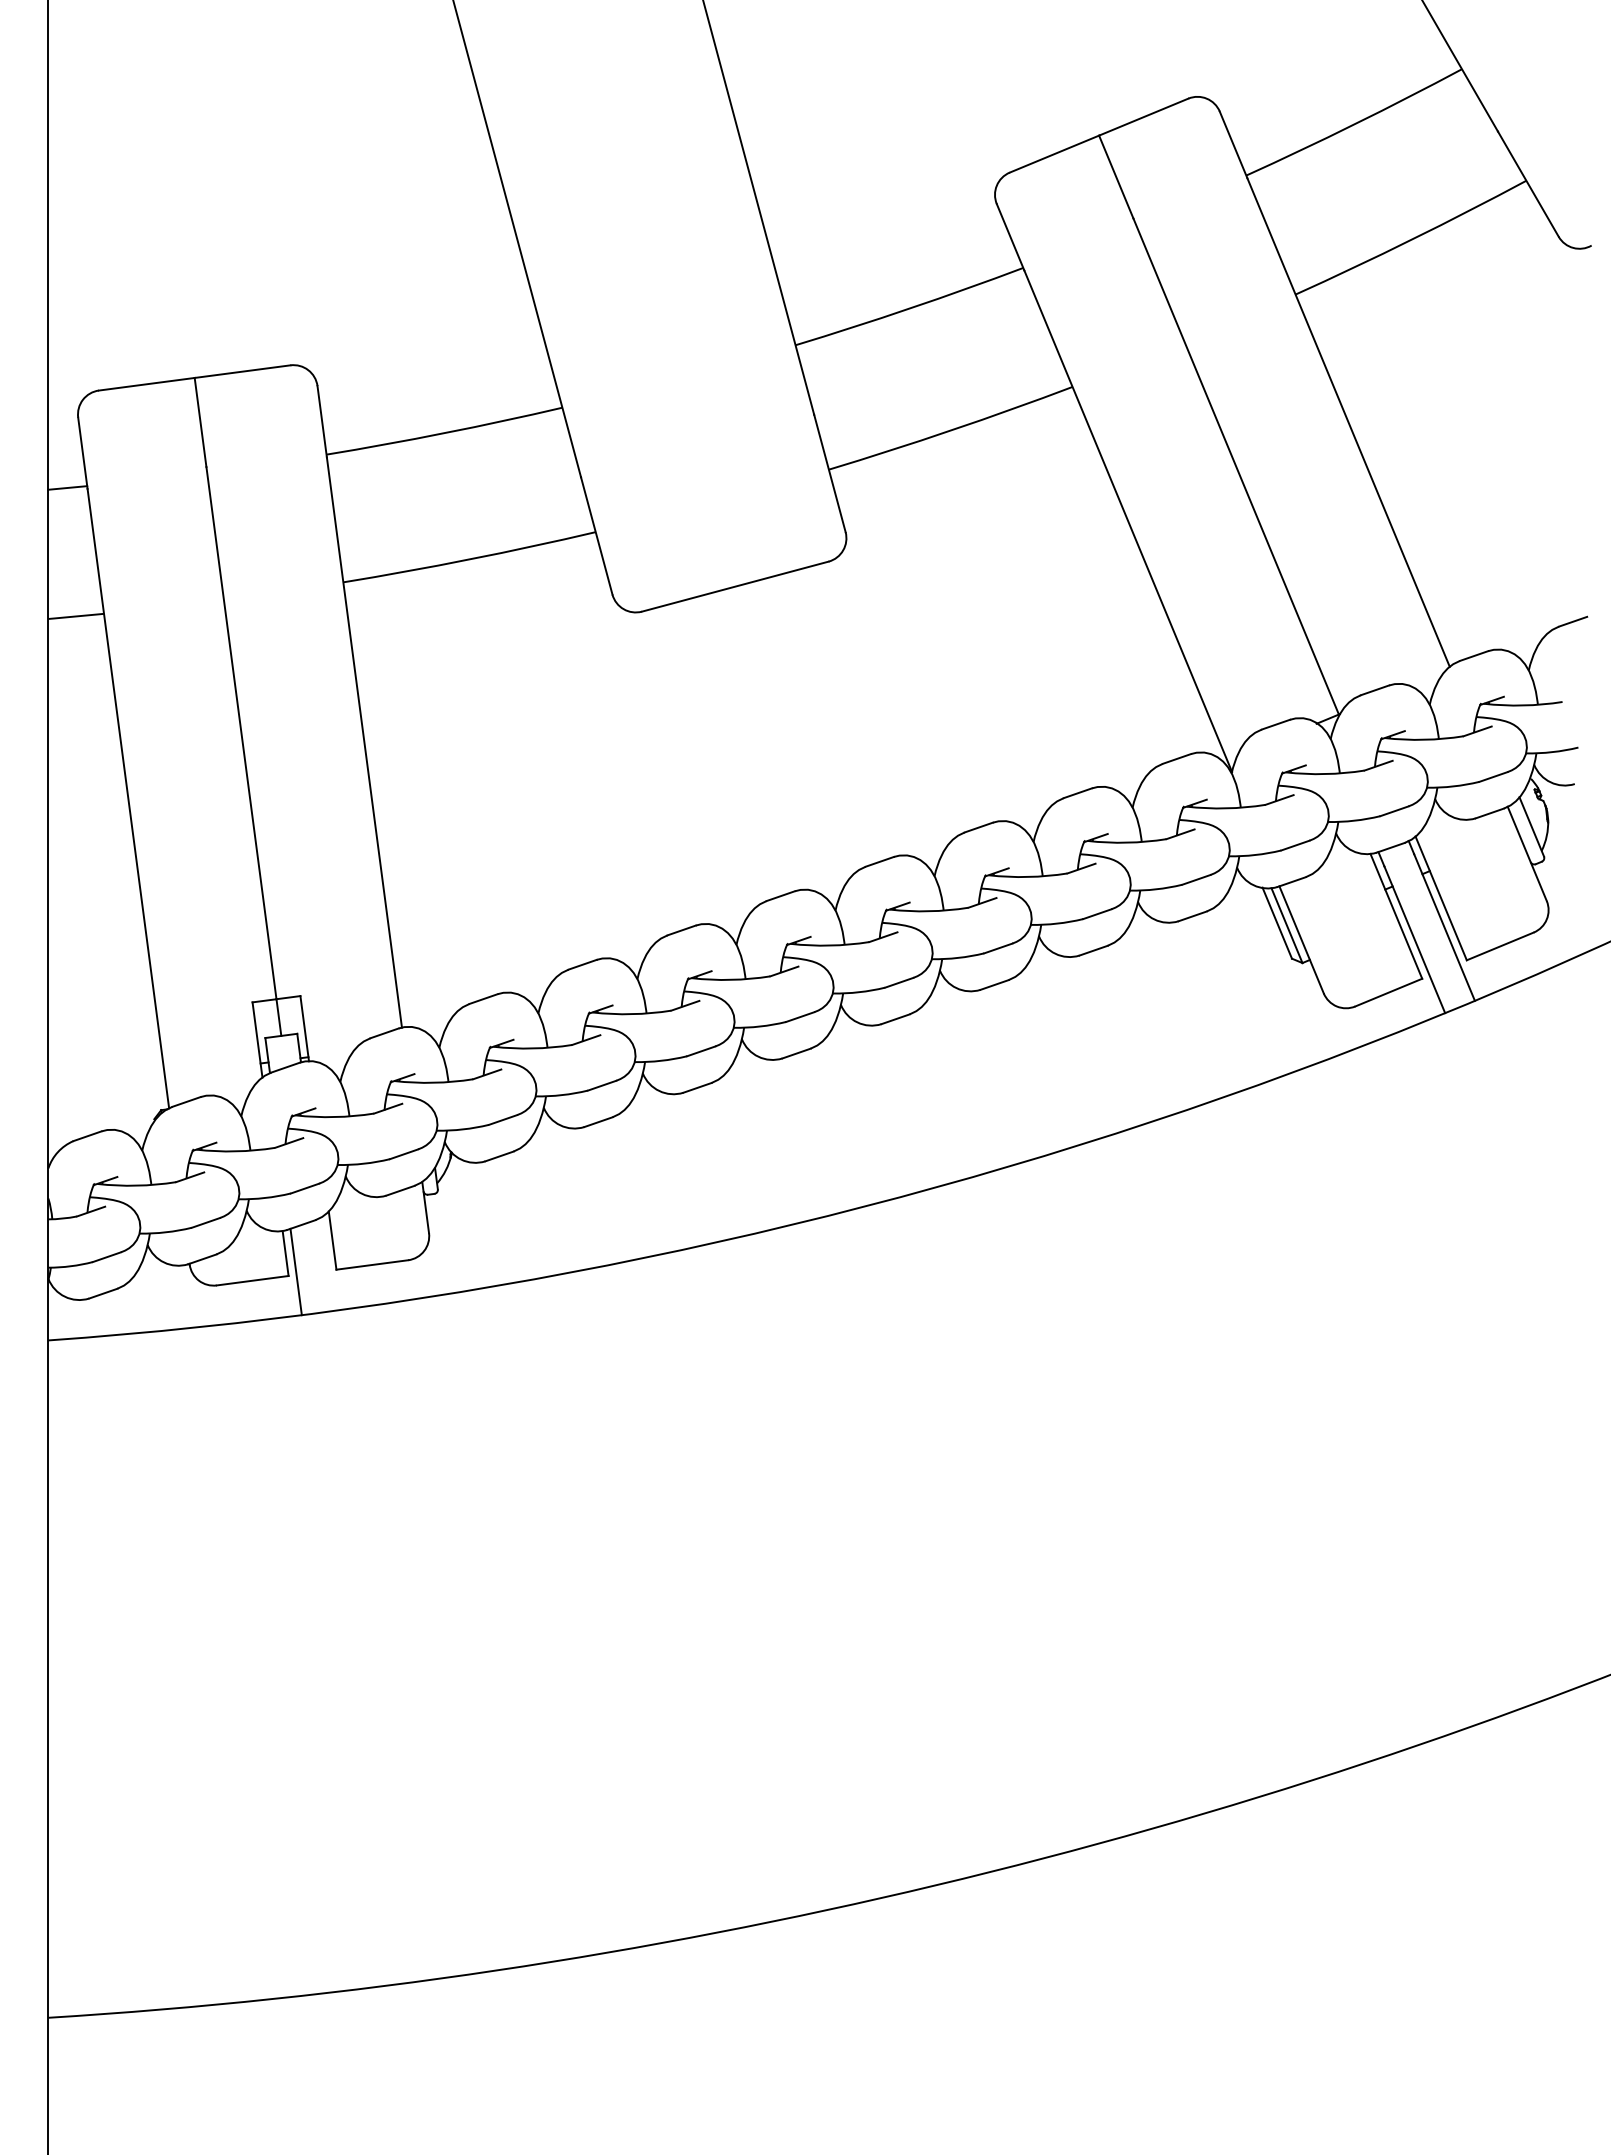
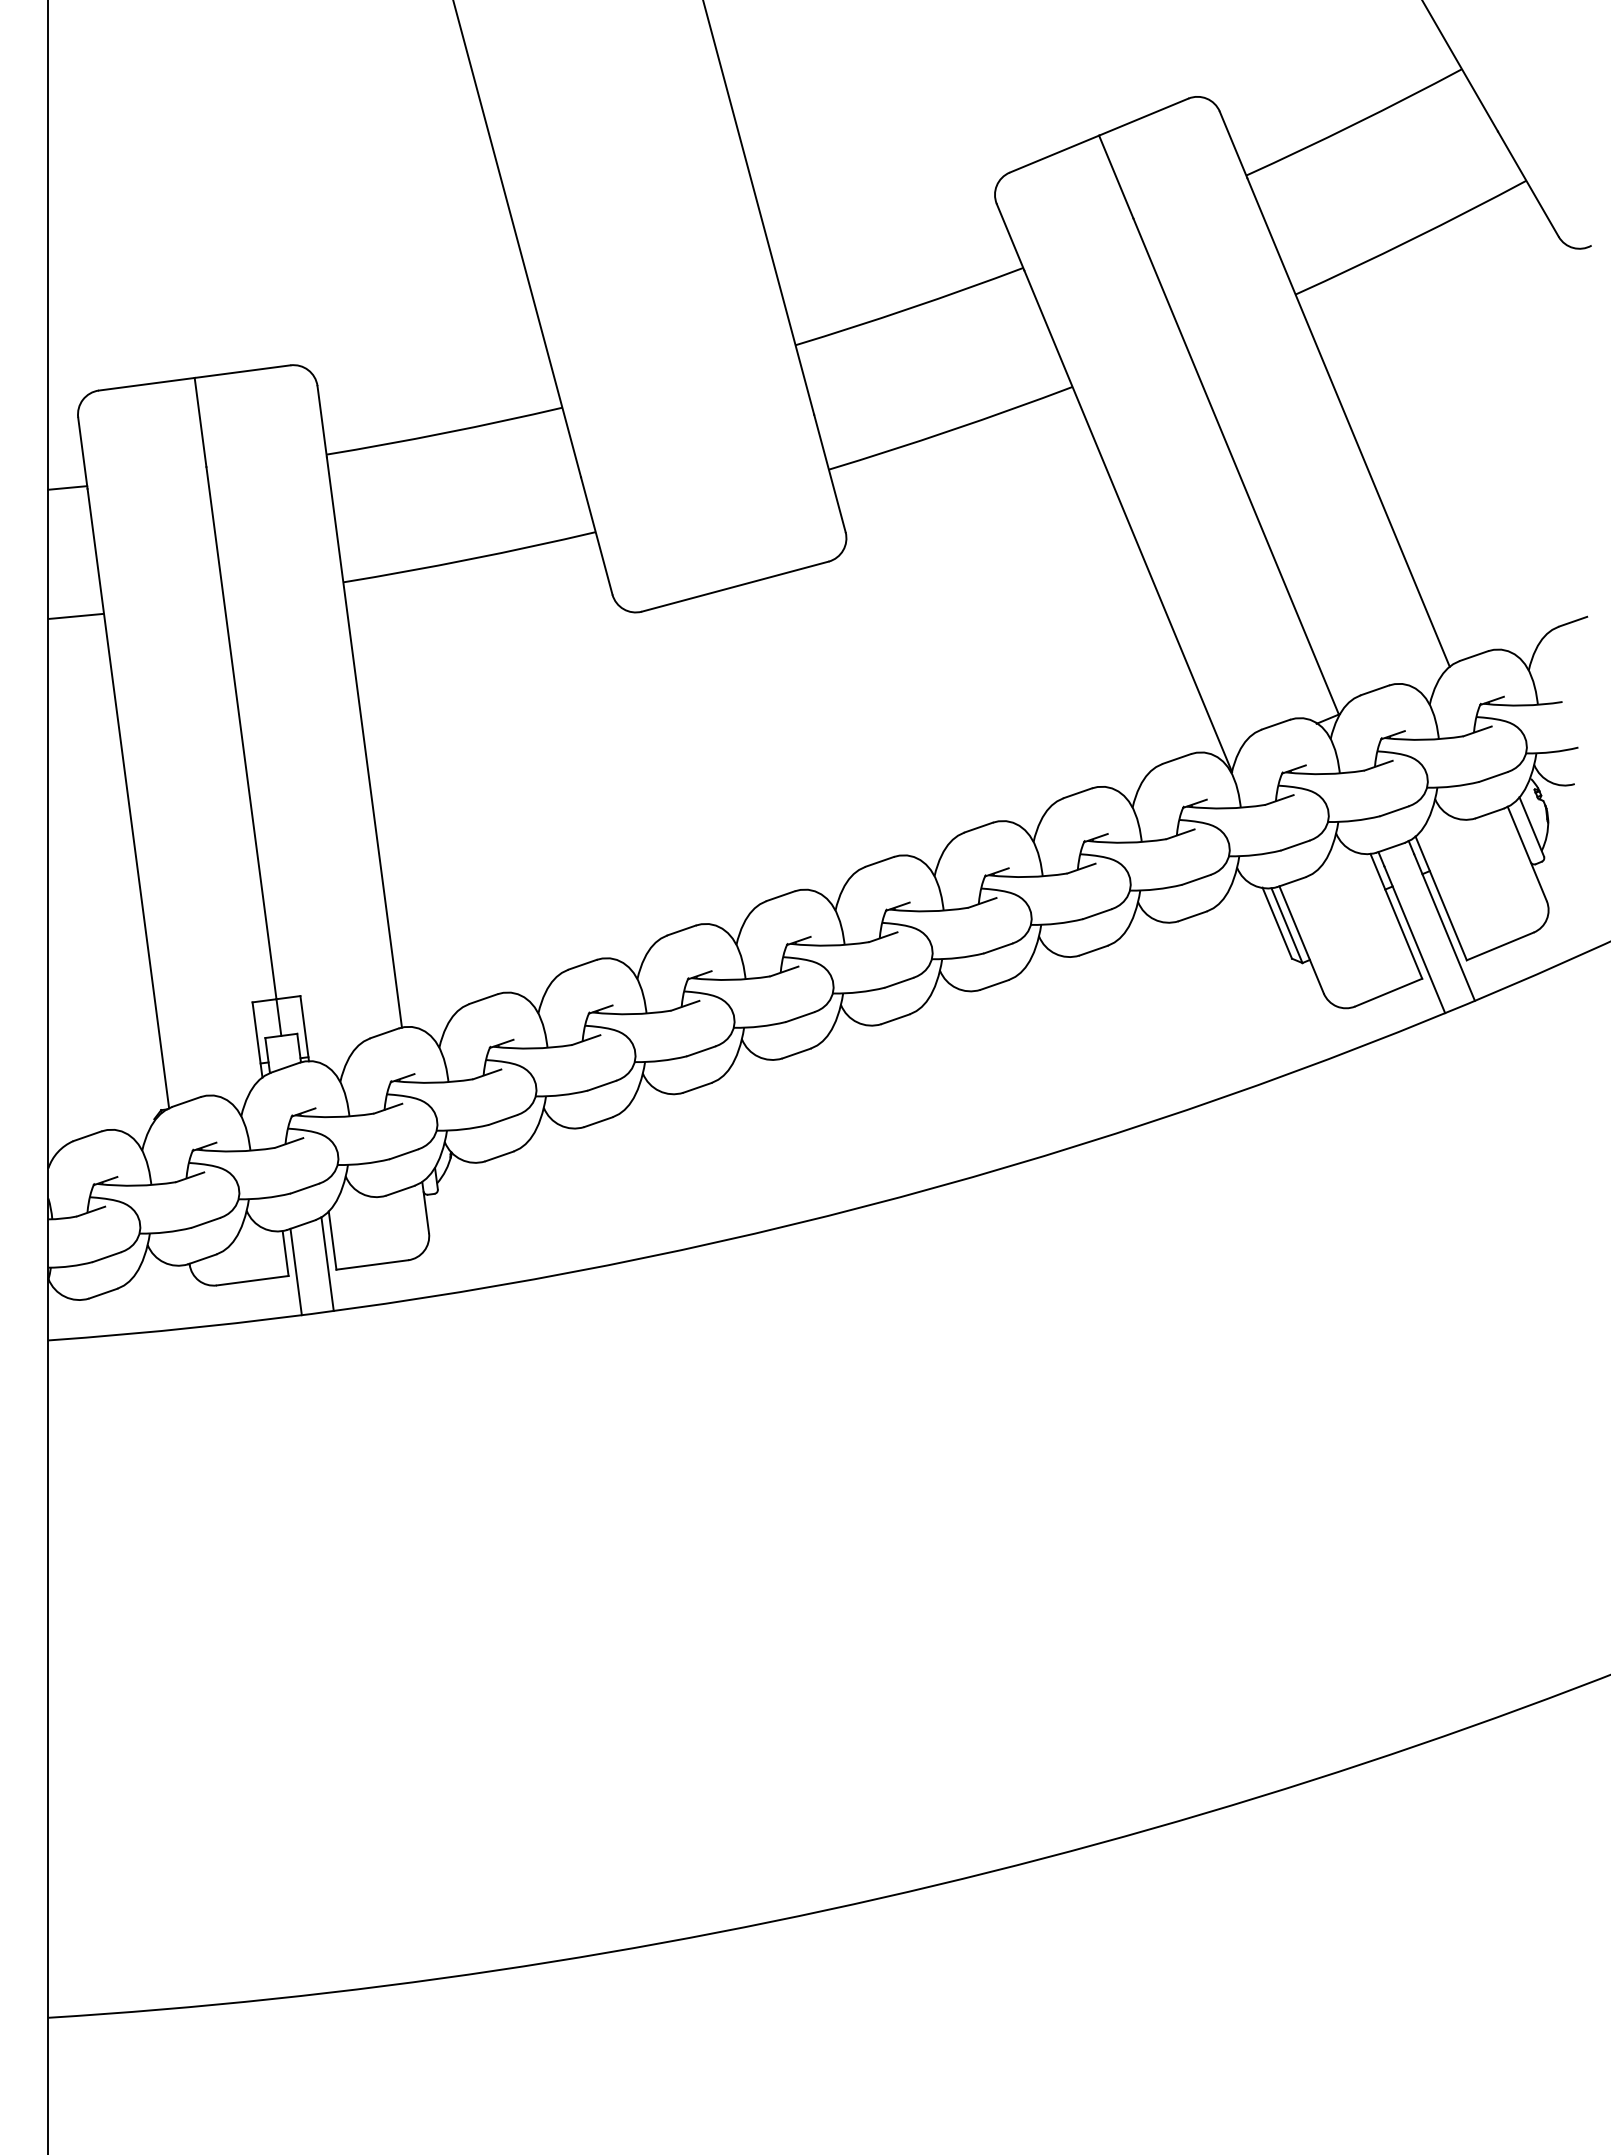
line at (327, 1264): none -> present
